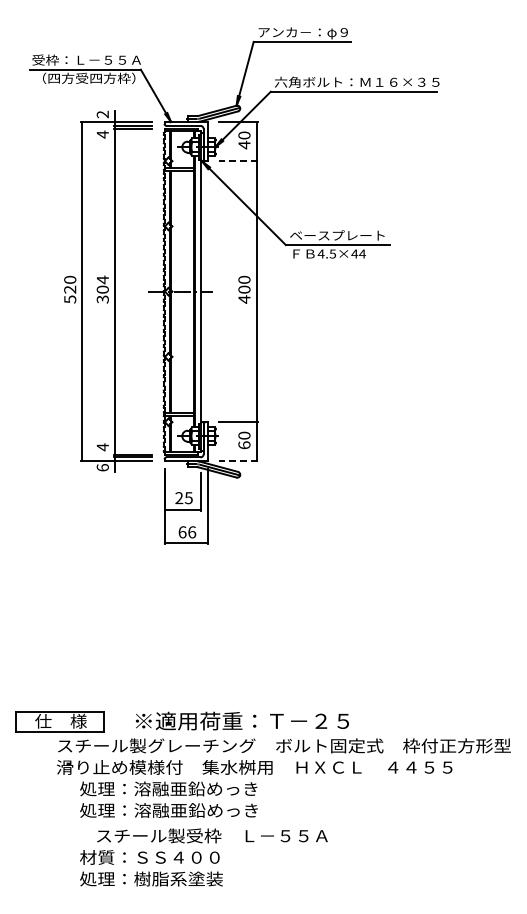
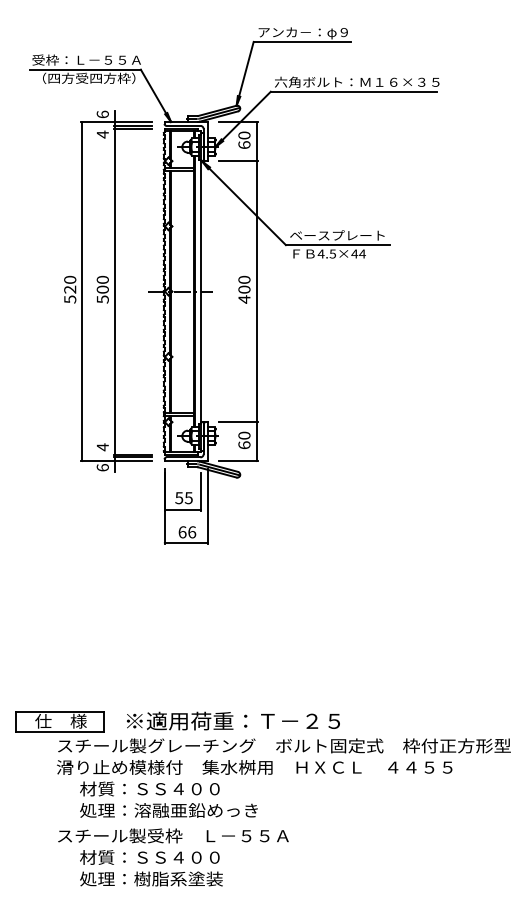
text at (102, 114): 2 -> 6
text at (244, 144): 40 -> 60
line at (238, 161): dashed -> solid
text at (102, 289): 304 -> 500
line at (238, 461): dashed -> solid
text at (179, 498): 25 -> 55
text at (242, 720) position: (242, 720) -> (233, 720)
text at (168, 788): 処理：溶融亜鉛めっき -> 材質：ＳＳ４００
text at (212, 835) position: (212, 835) -> (173, 835)
